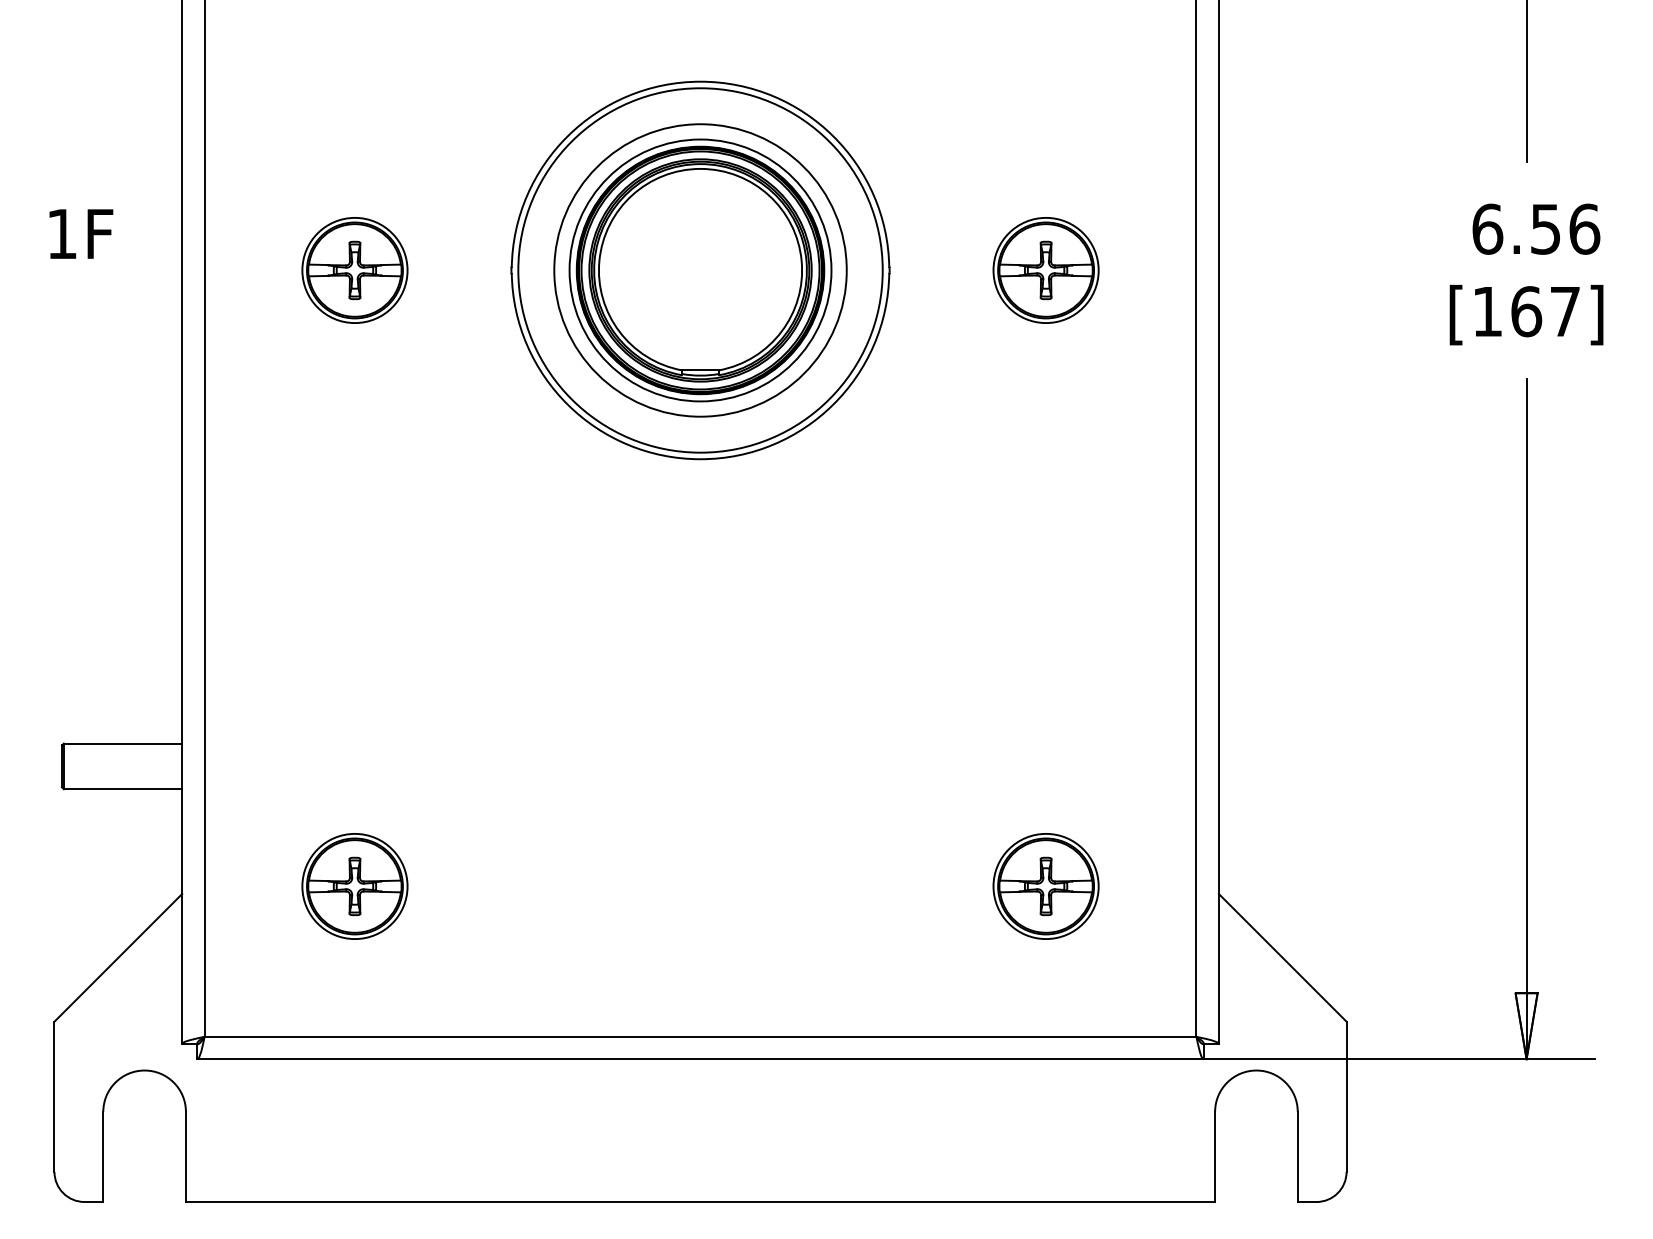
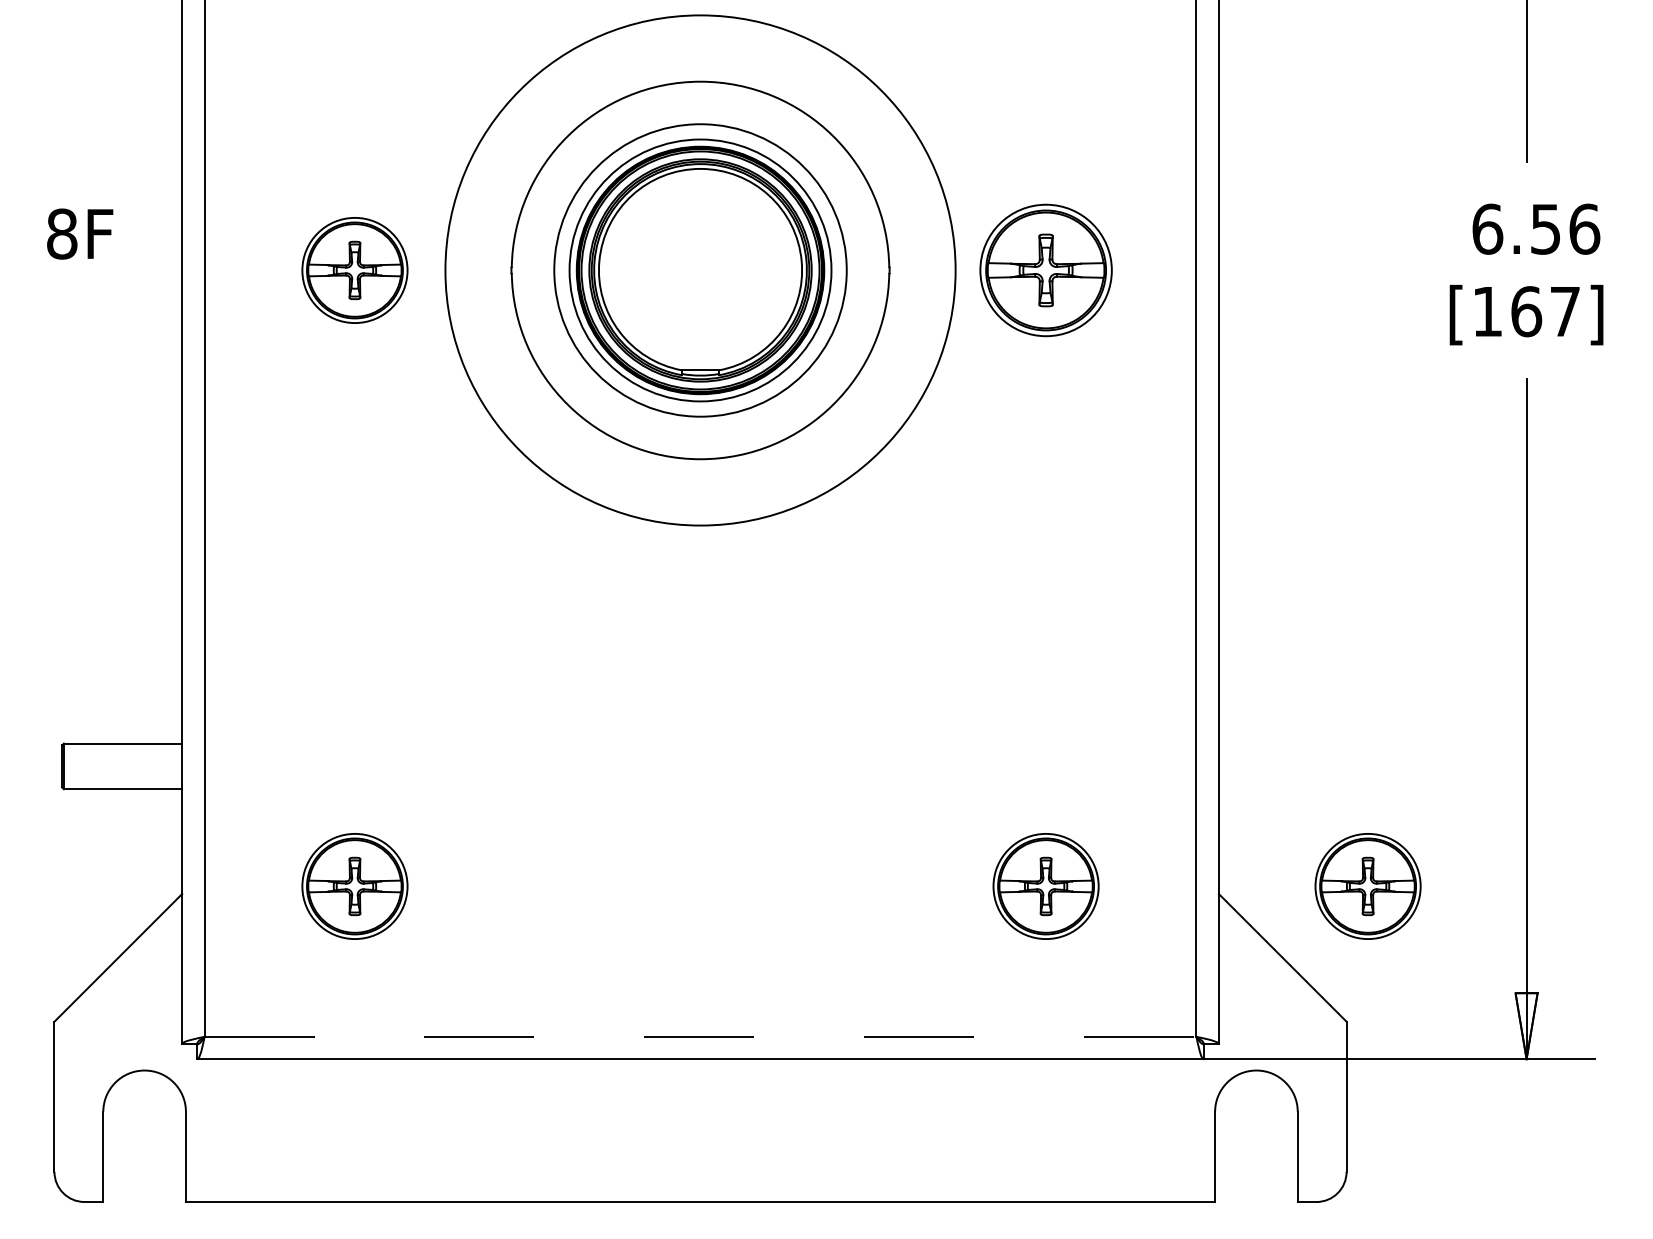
text at (62, 233): 1F -> 8F
circle at (700, 270) diameter: 364 px -> 510 px
part at (1045, 270) size: 108x107 px -> 134x135 px
part at (1367, 886): none -> present
line at (700, 1036): solid -> dashed
